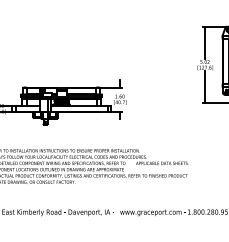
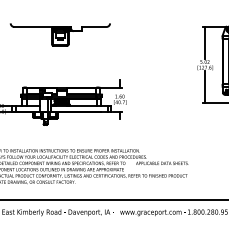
part at (60, 34): none -> present
line at (113, 199): none -> present
